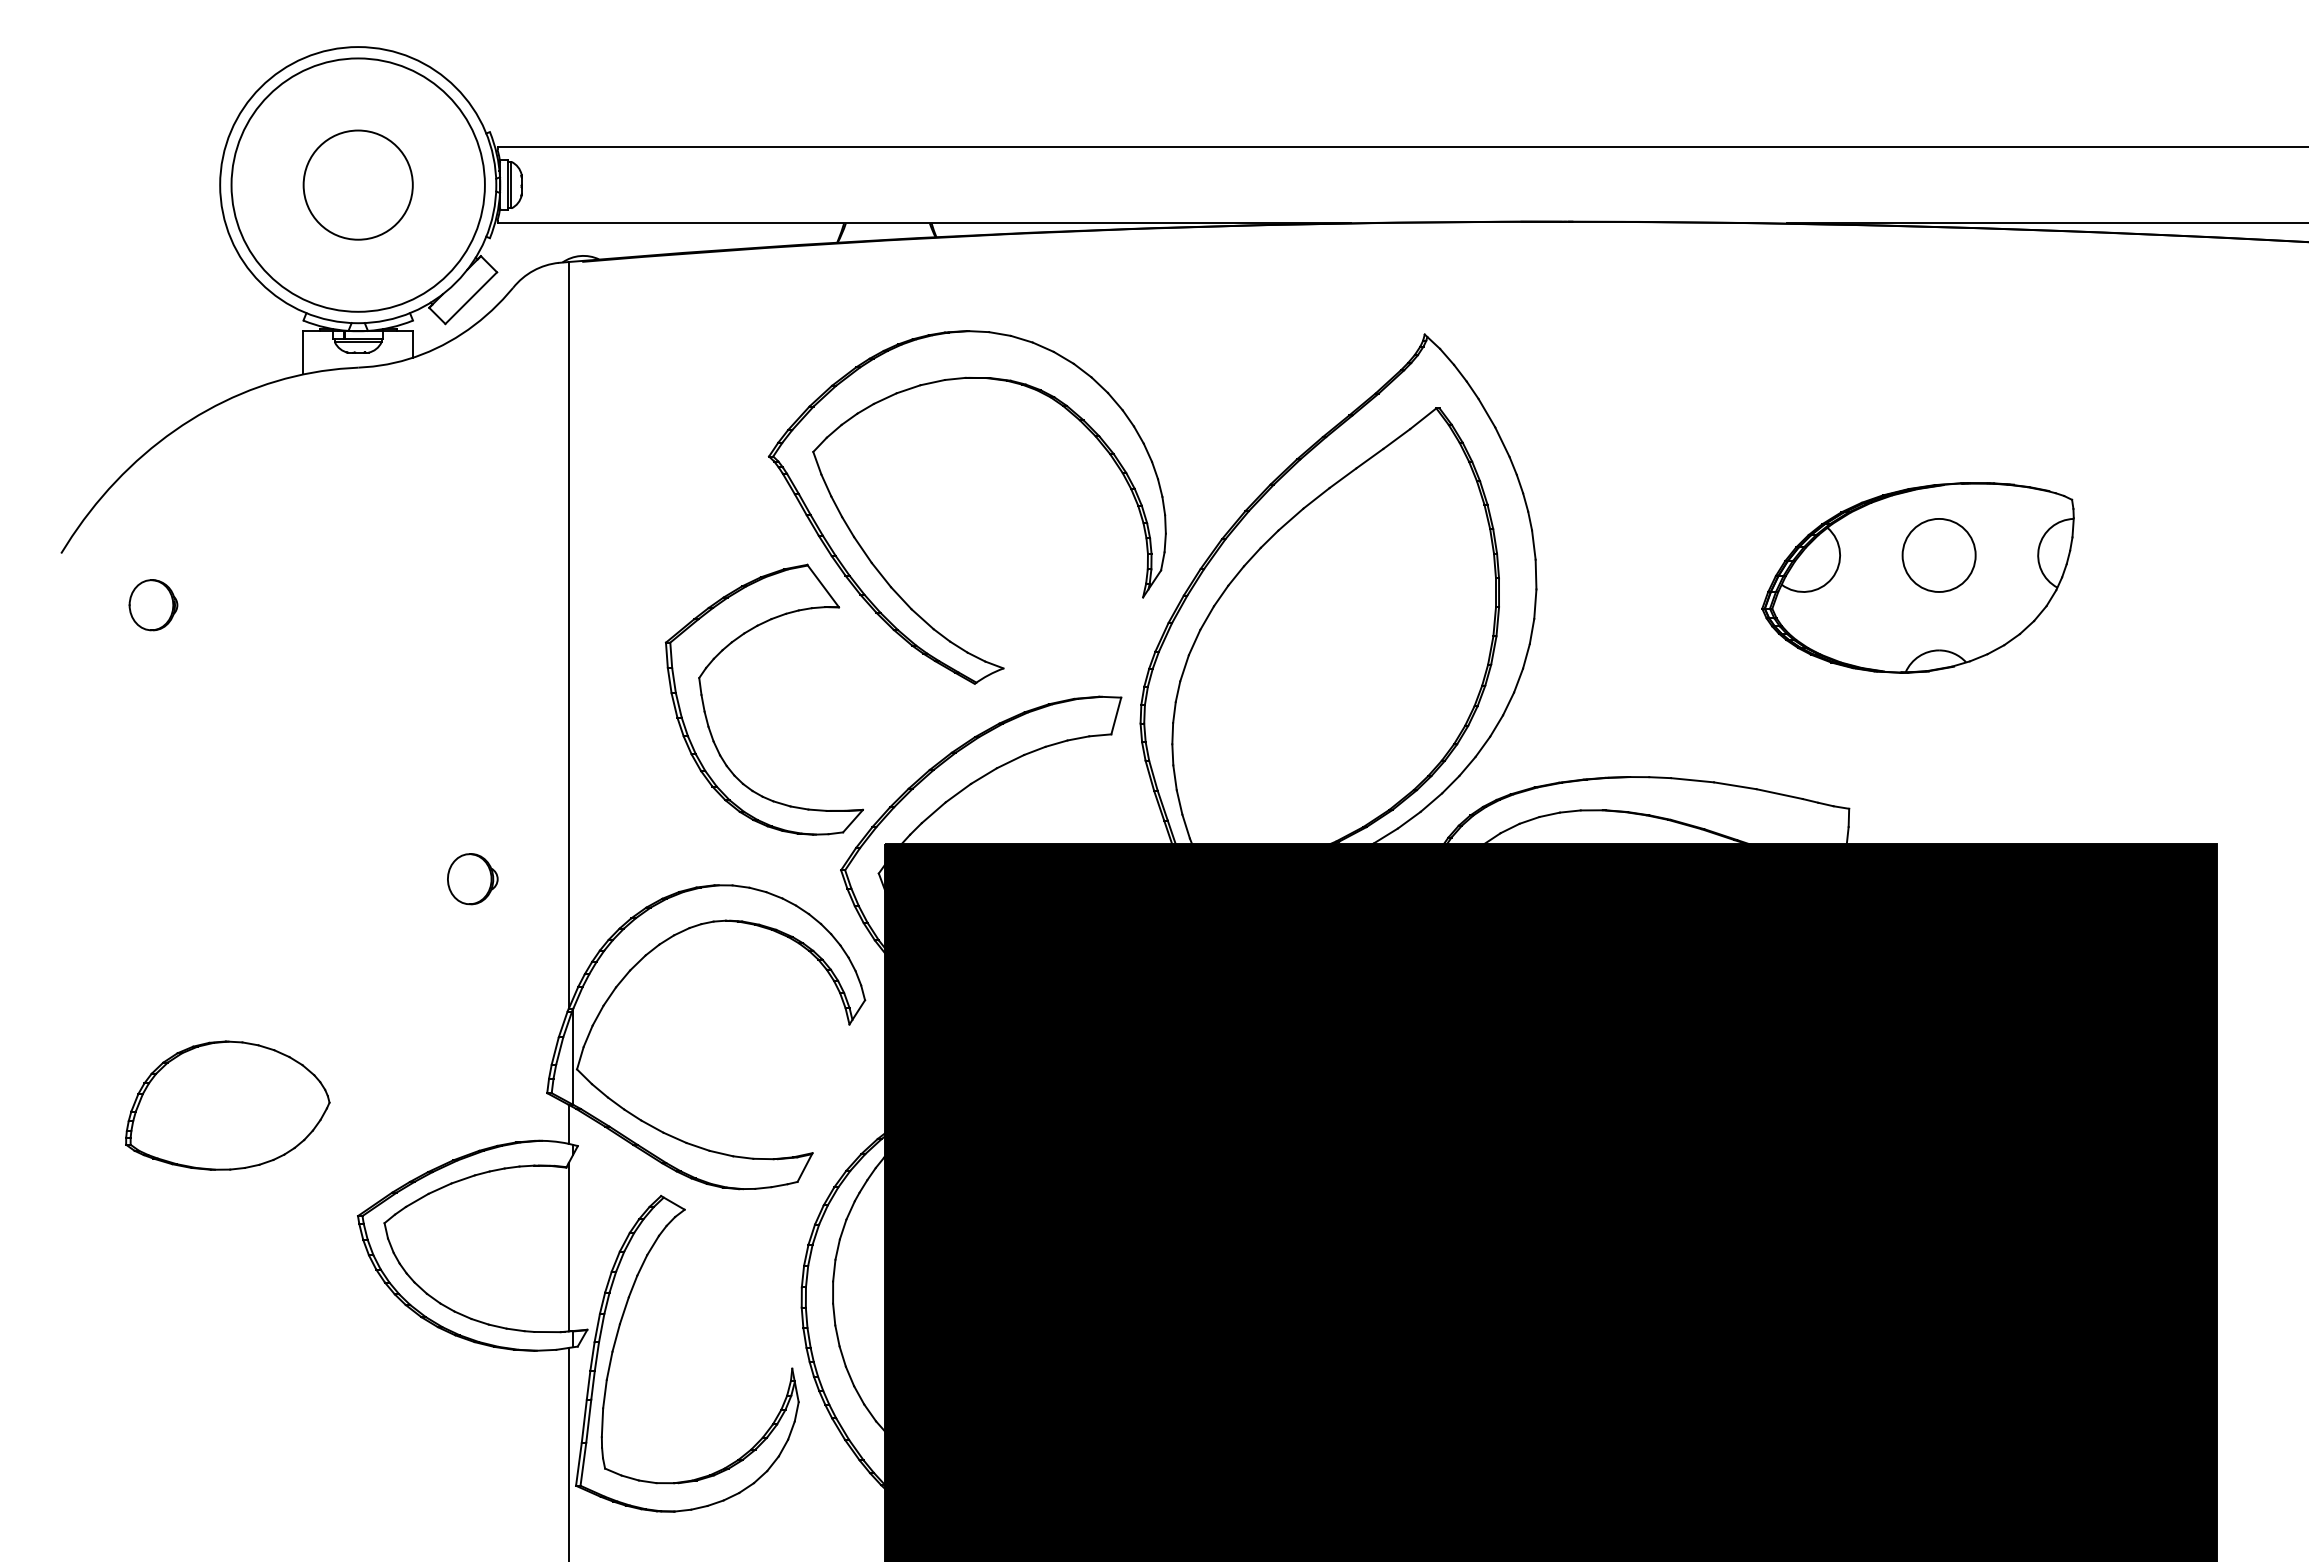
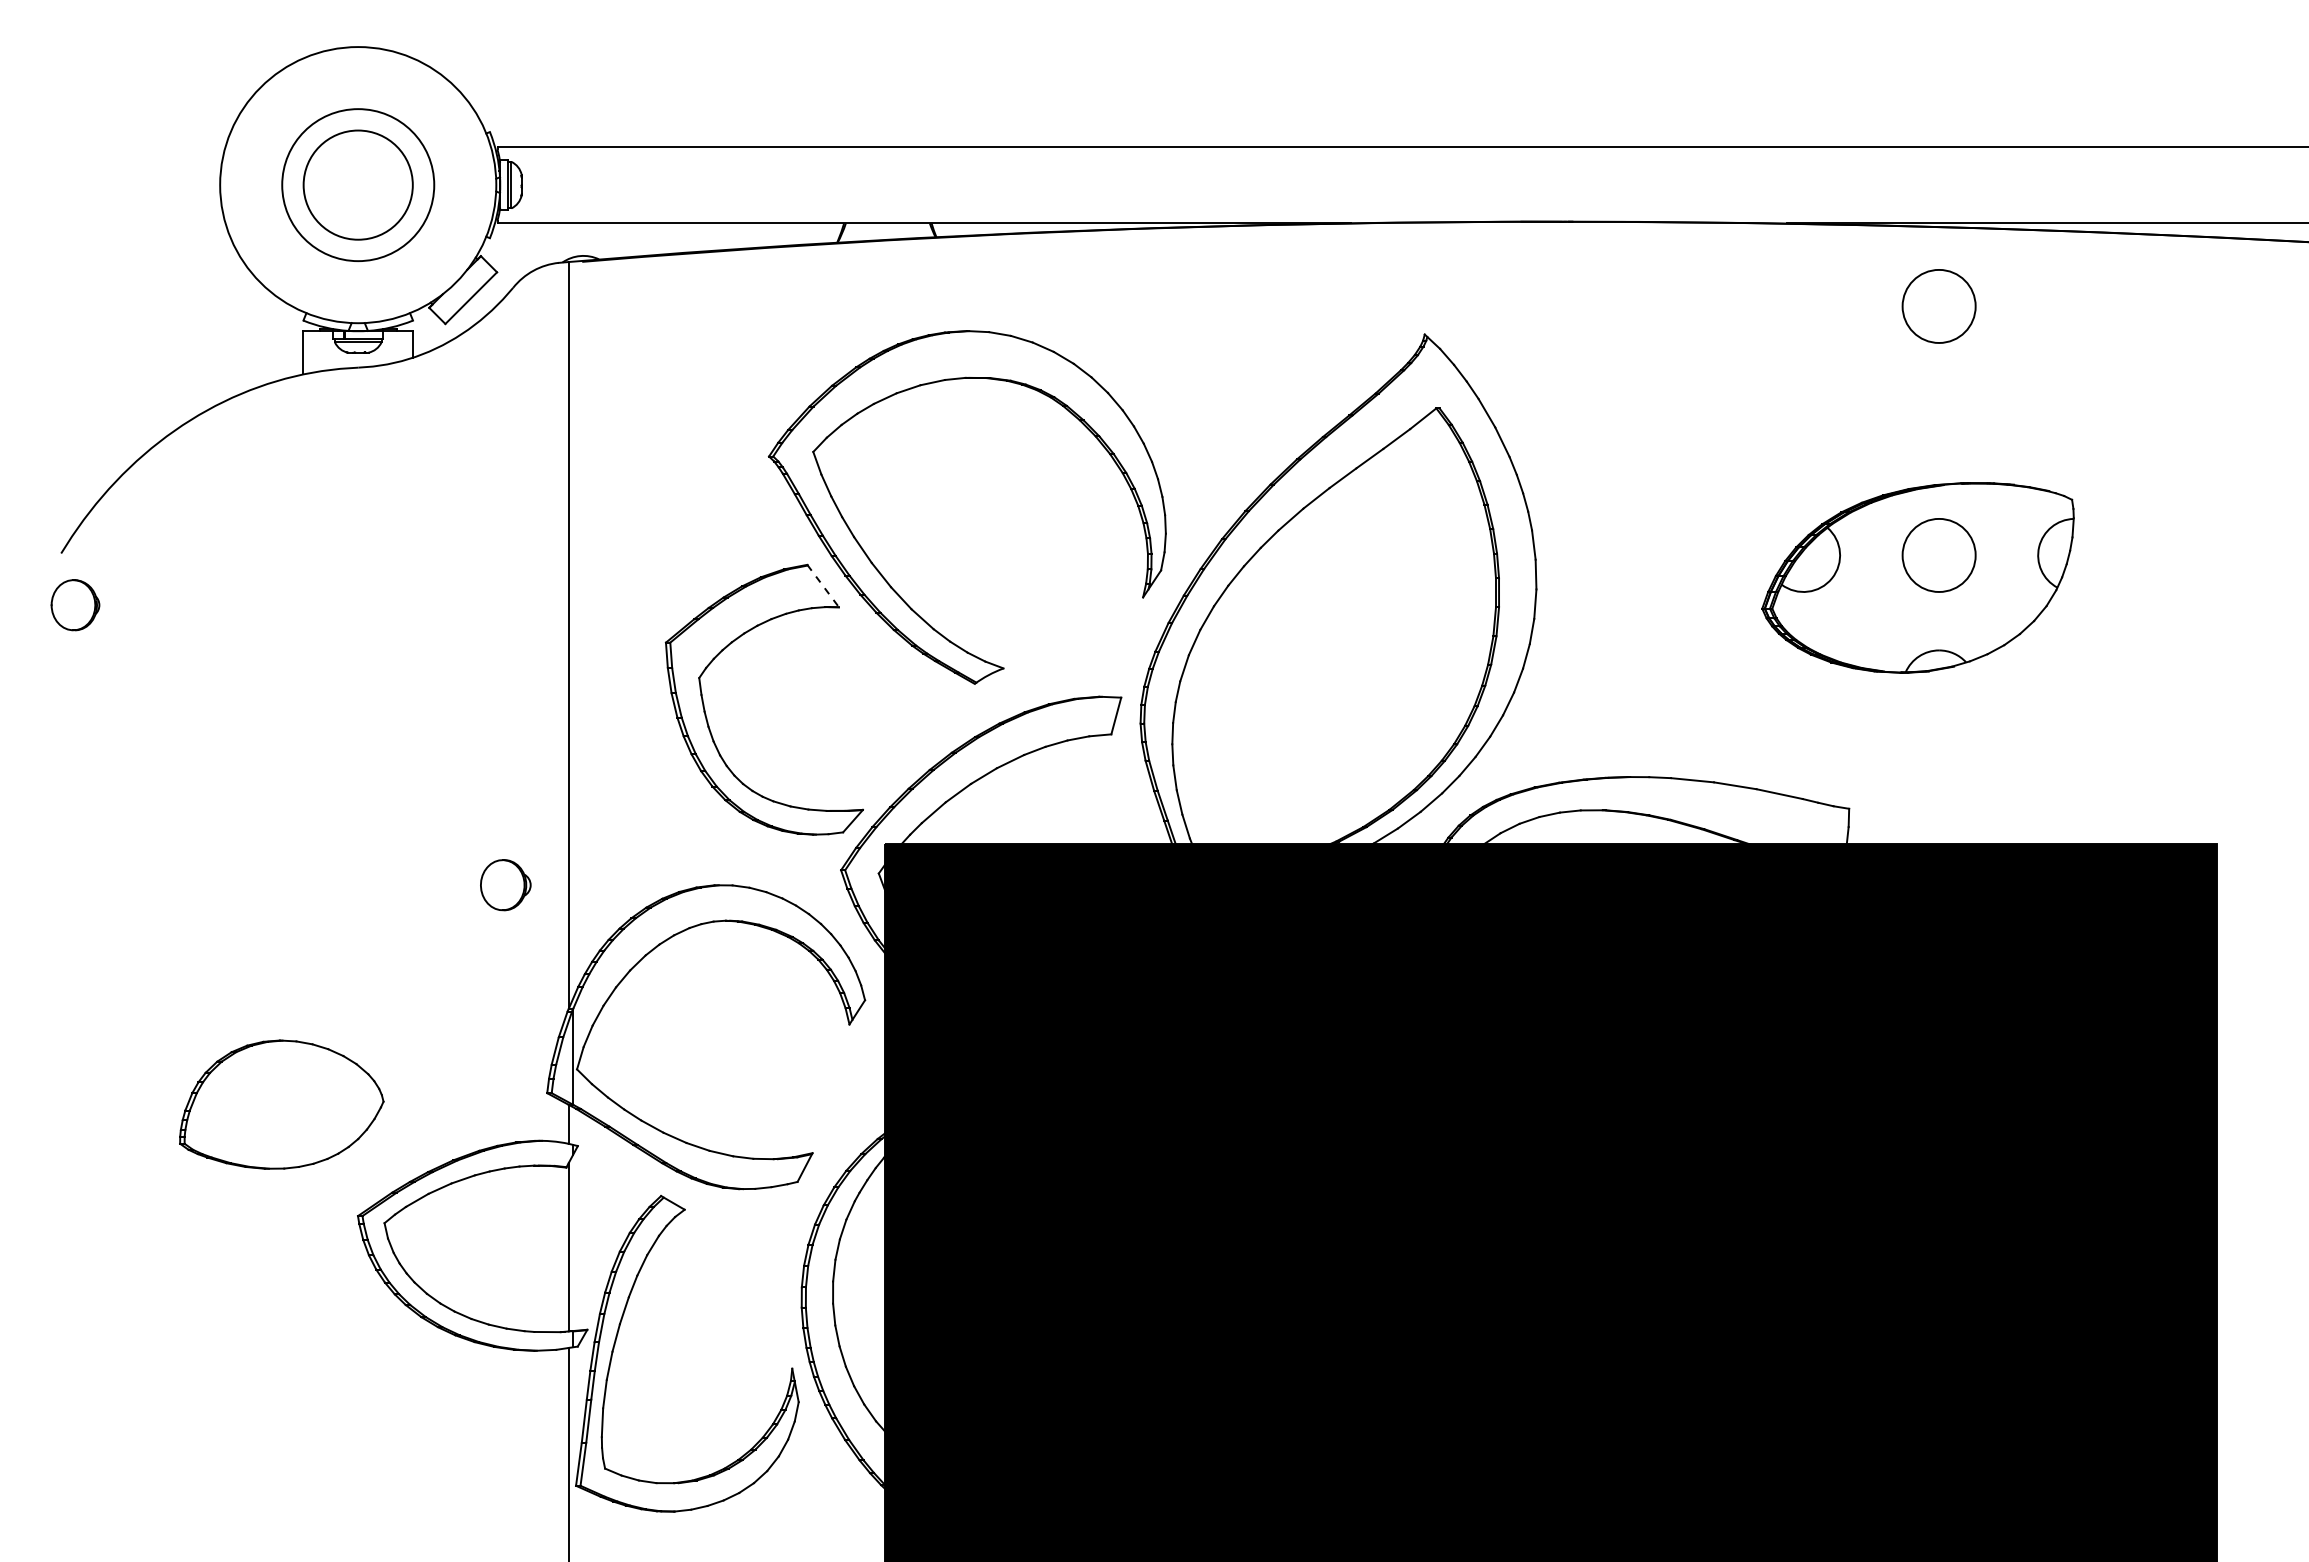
circle at (357, 184) diameter: 253 px -> 152 px
circle at (1938, 306): none -> present
line at (823, 586): solid -> dashed
part at (153, 605) position: (153, 605) -> (75, 605)
part at (472, 879) position: (472, 879) -> (505, 885)
part at (227, 1105) position: (227, 1105) -> (281, 1104)
